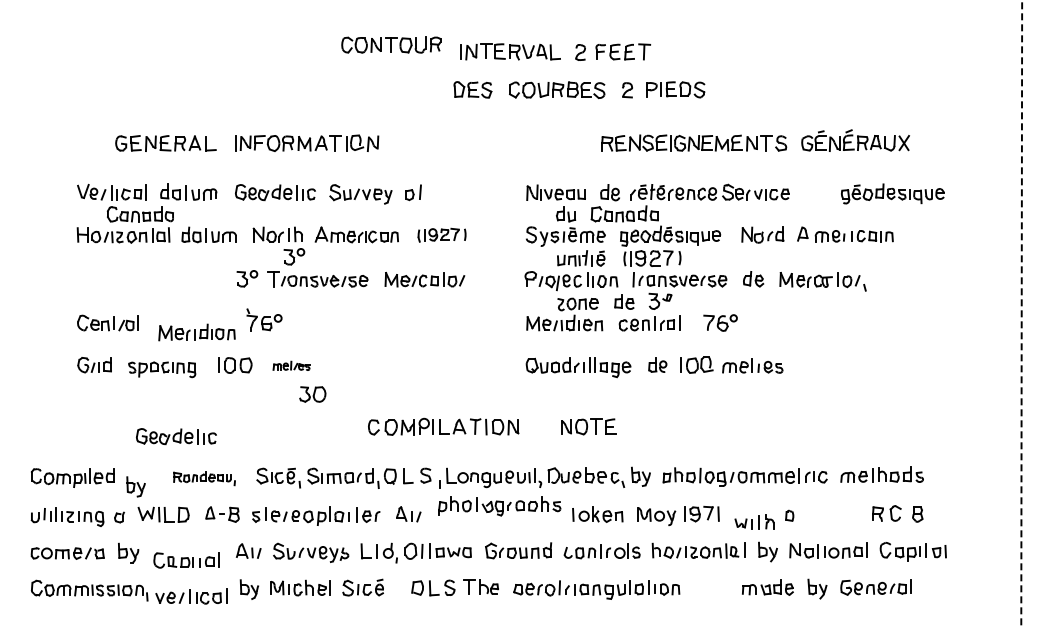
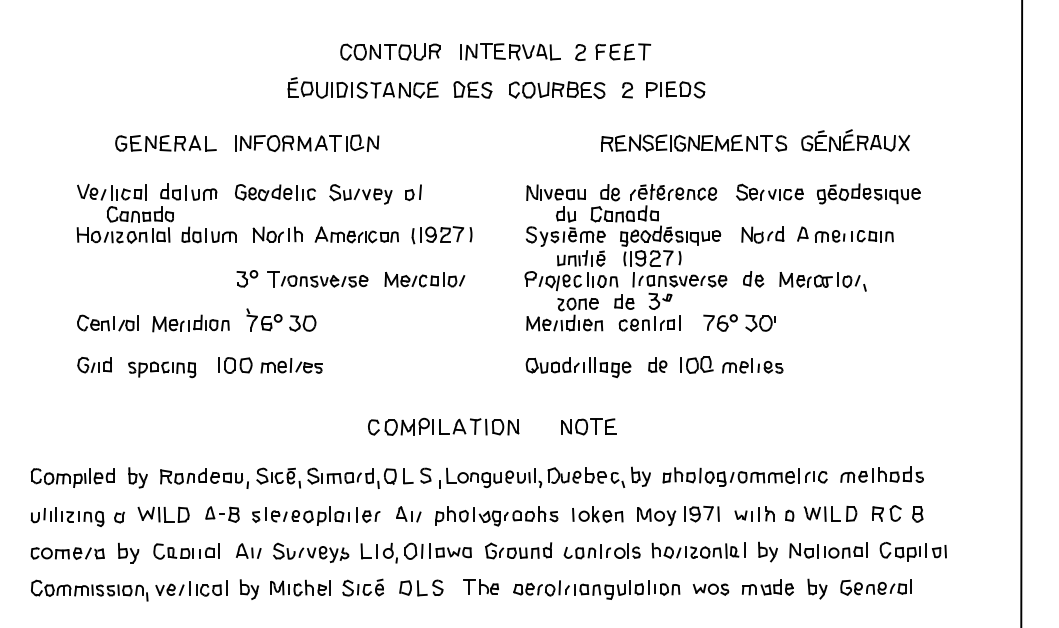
part at (391, 44) position: (391, 44) -> (390, 51)
part at (362, 87): none -> present
part at (755, 191) position: (755, 191) -> (769, 191)
part at (892, 193) position: (892, 193) -> (868, 193)
part at (441, 234) size: 50x16 px -> 62x19 px
part at (294, 256): present -> none
line at (1021, 314): dashed -> solid
part at (760, 322): none -> present
part at (196, 332) position: (196, 332) -> (190, 323)
part at (291, 365) size: 39x11 px -> 63x16 px
part at (312, 394) position: (312, 394) -> (302, 323)
part at (176, 436): present -> none
part at (204, 478) size: 63x16 px -> 89x21 px
part at (135, 486) position: (135, 486) -> (137, 477)
part at (499, 506) position: (499, 506) -> (496, 516)
part at (830, 513): none -> present
part at (754, 521) position: (754, 521) -> (754, 513)
part at (186, 560) position: (186, 560) -> (186, 551)
part at (433, 587) position: (433, 587) -> (421, 587)
part at (710, 589): none -> present
part at (191, 596) position: (191, 596) -> (191, 588)
